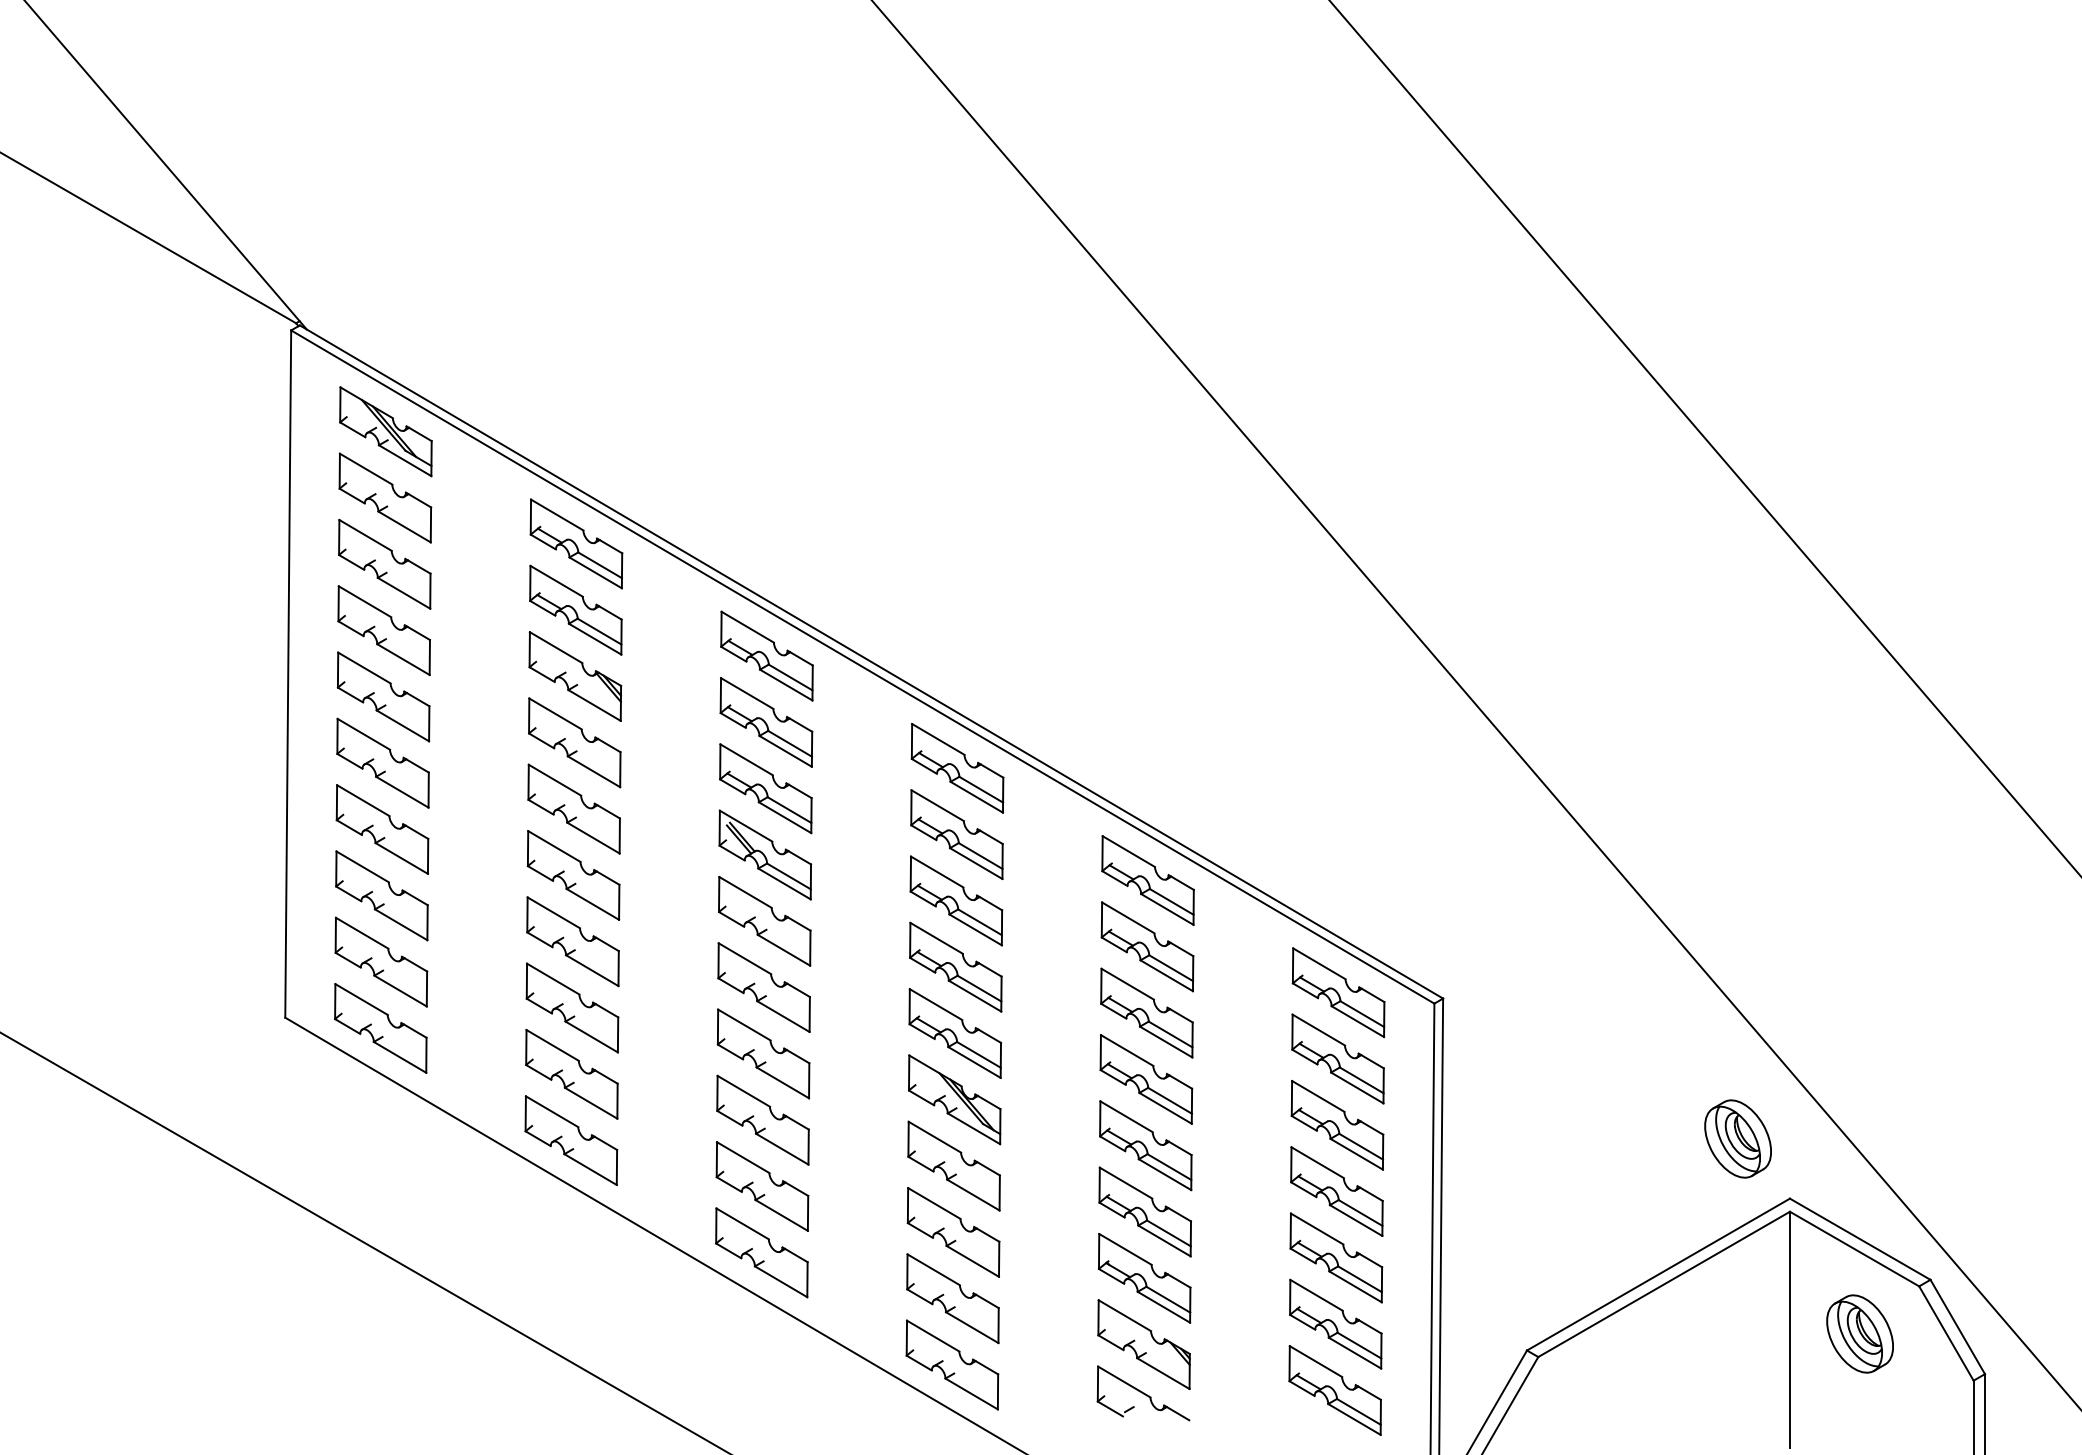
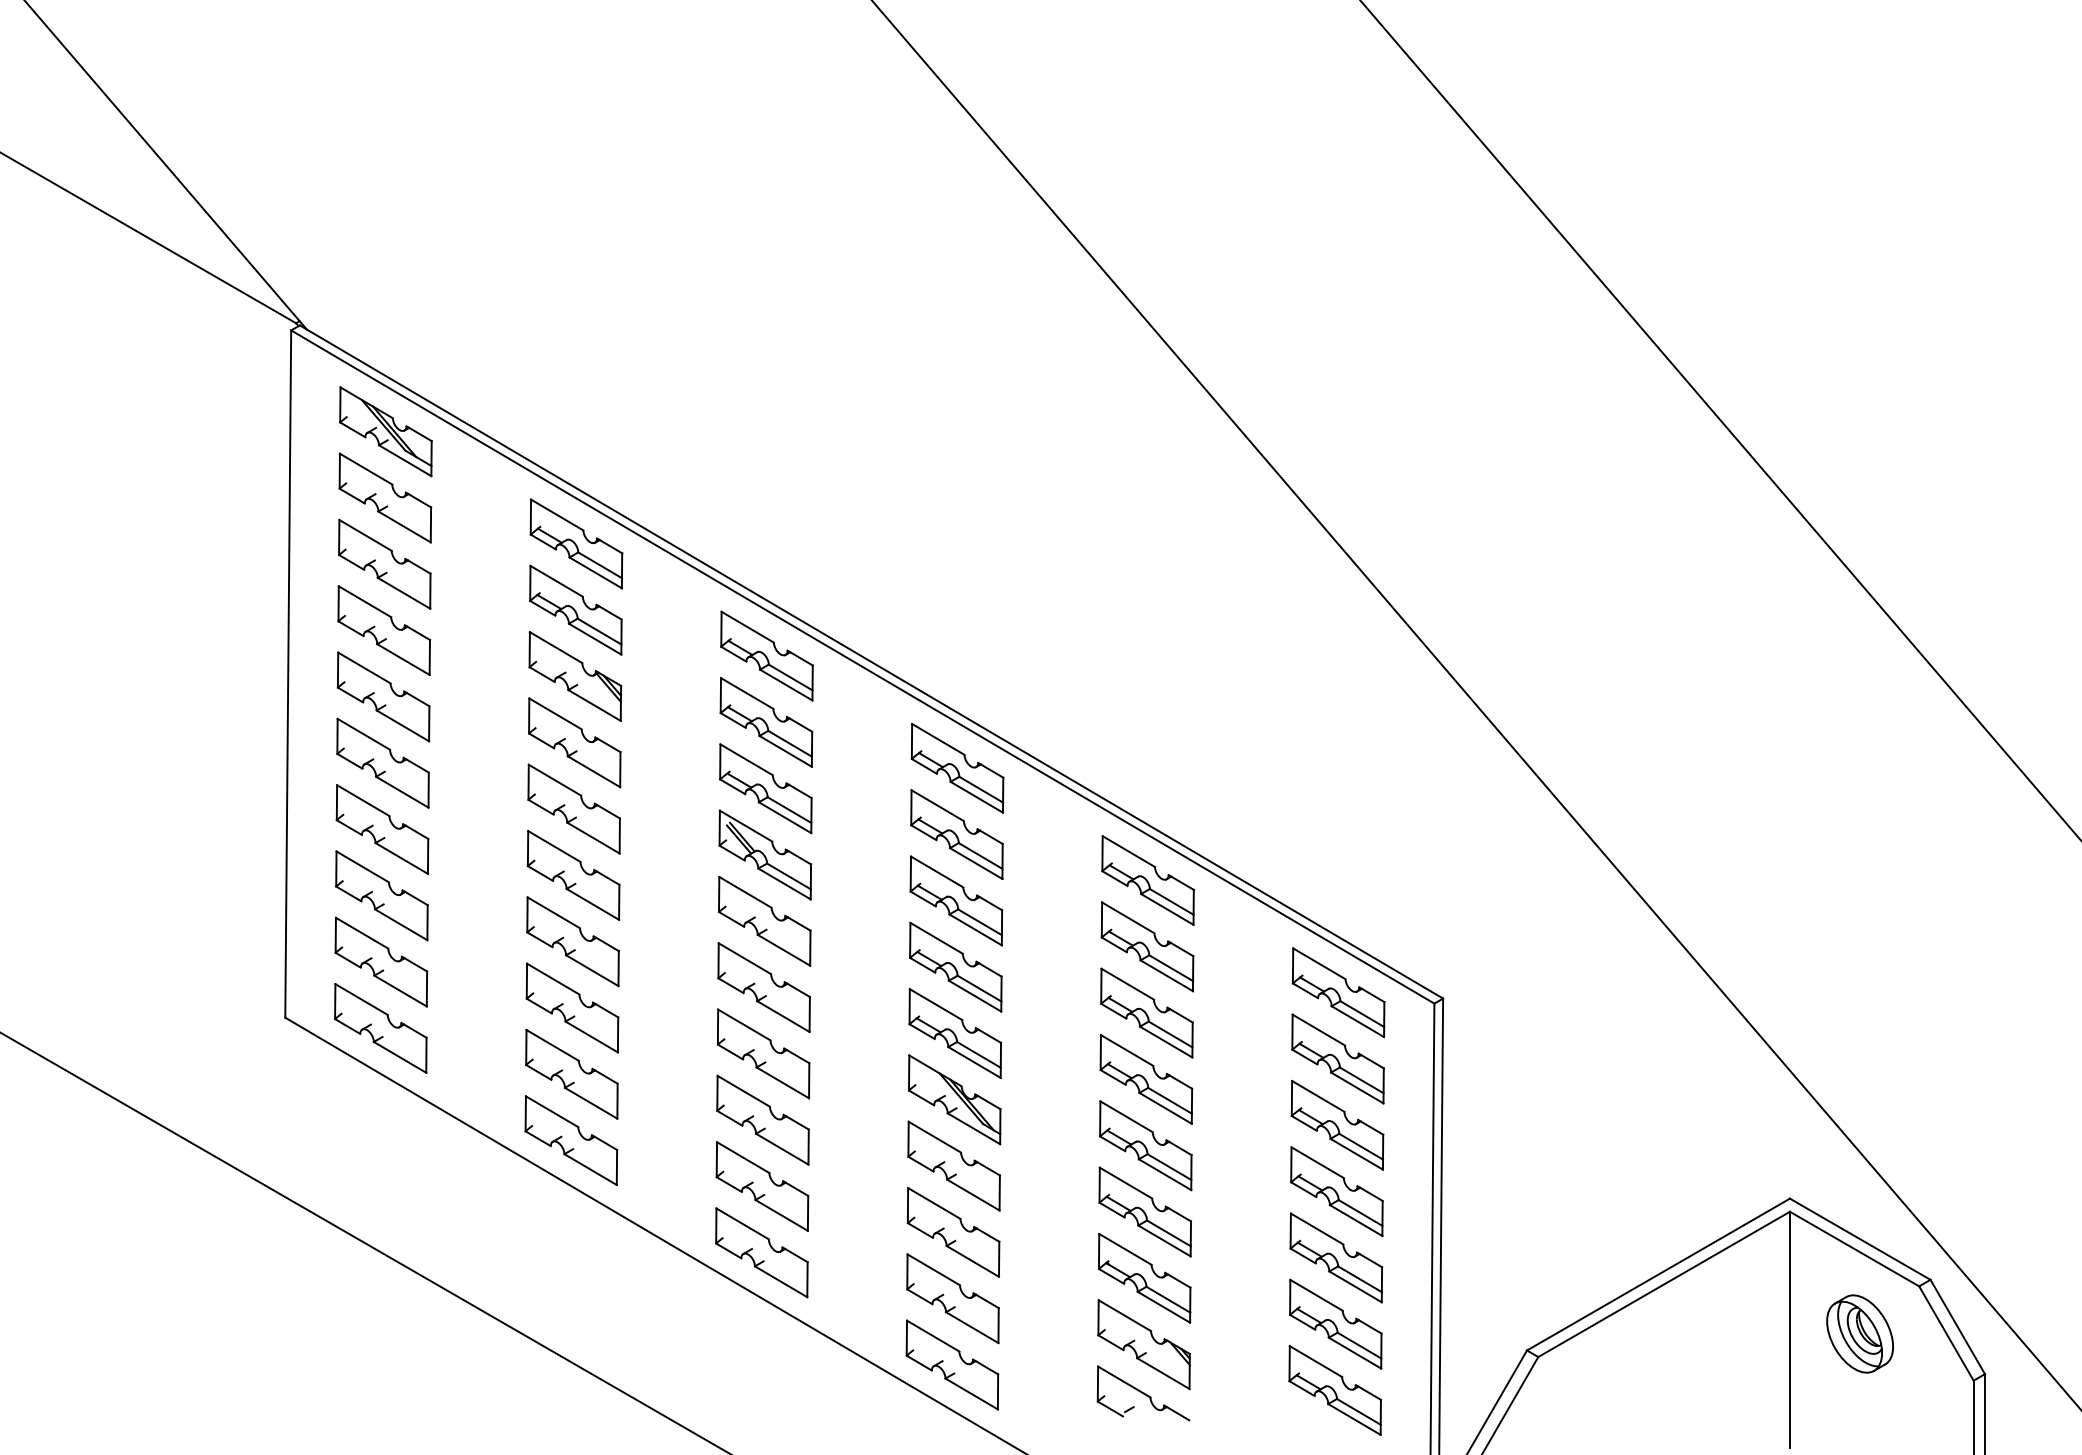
line at (1704, 437) position: (1704, 437) -> (1720, 419)
part at (1737, 1138): present -> none
